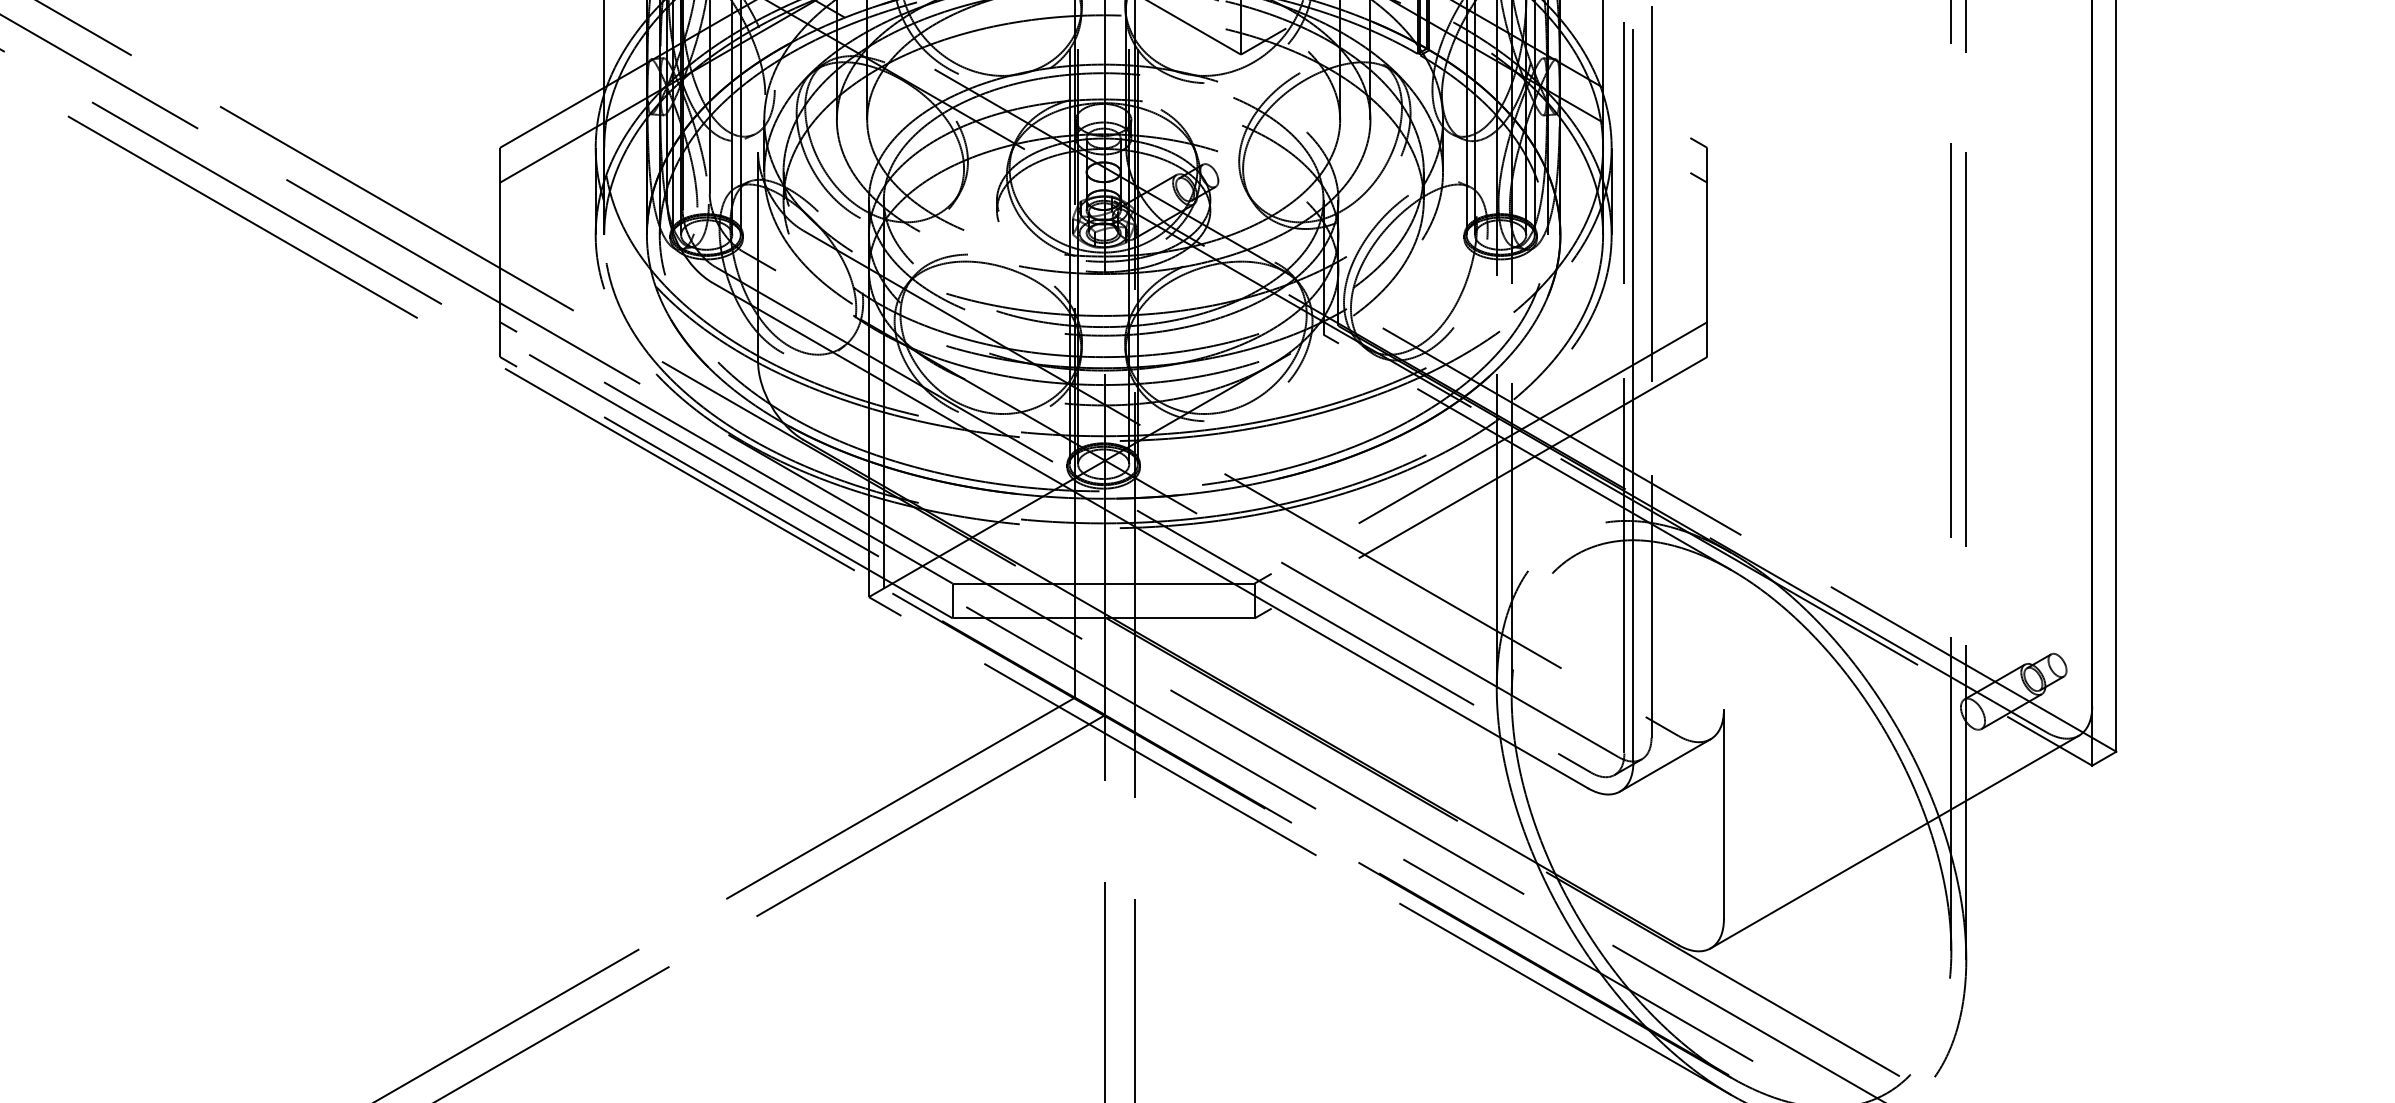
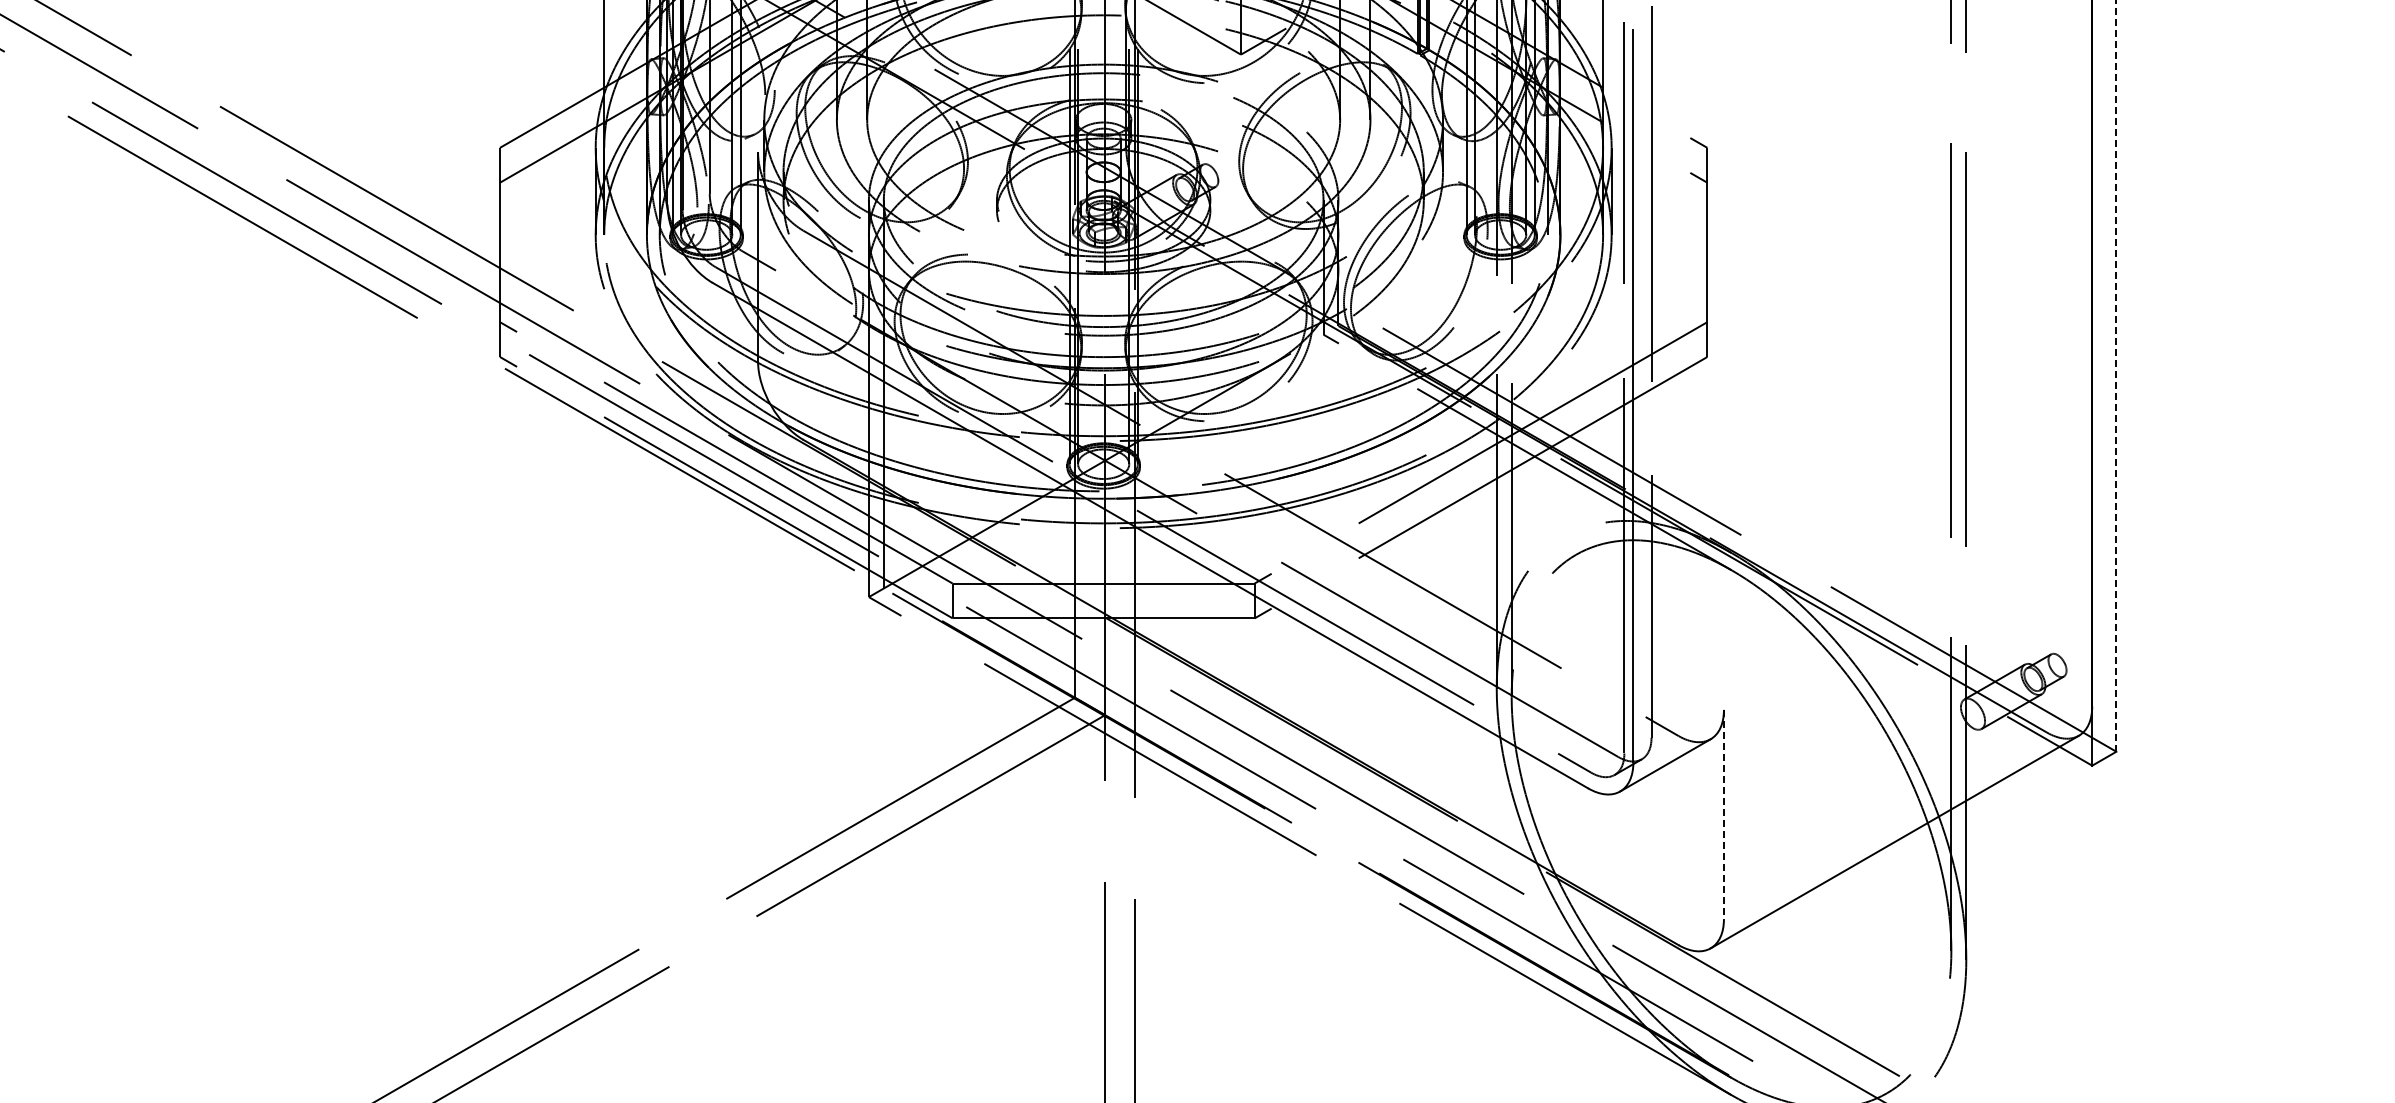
line at (2116, 375): solid -> dashed
line at (1723, 814): solid -> dashed
